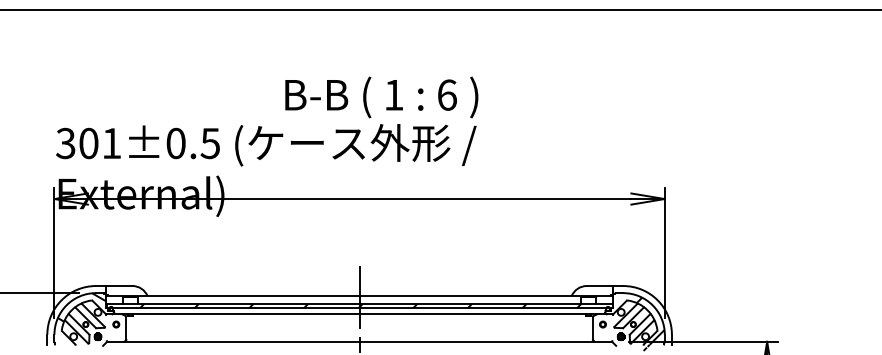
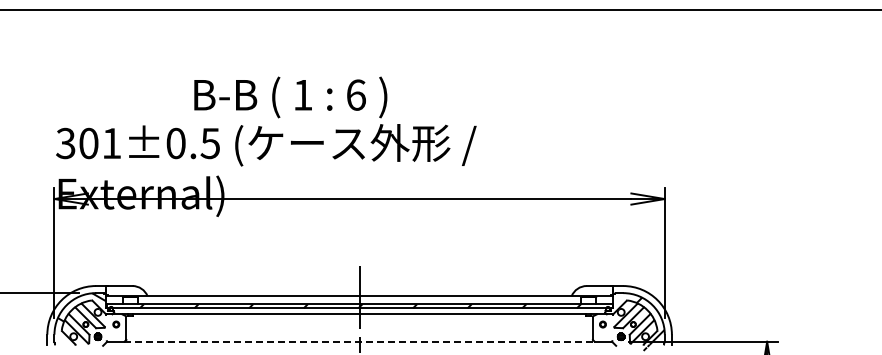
text at (381, 97) position: (381, 97) -> (290, 97)
line at (360, 341): solid -> dashed
